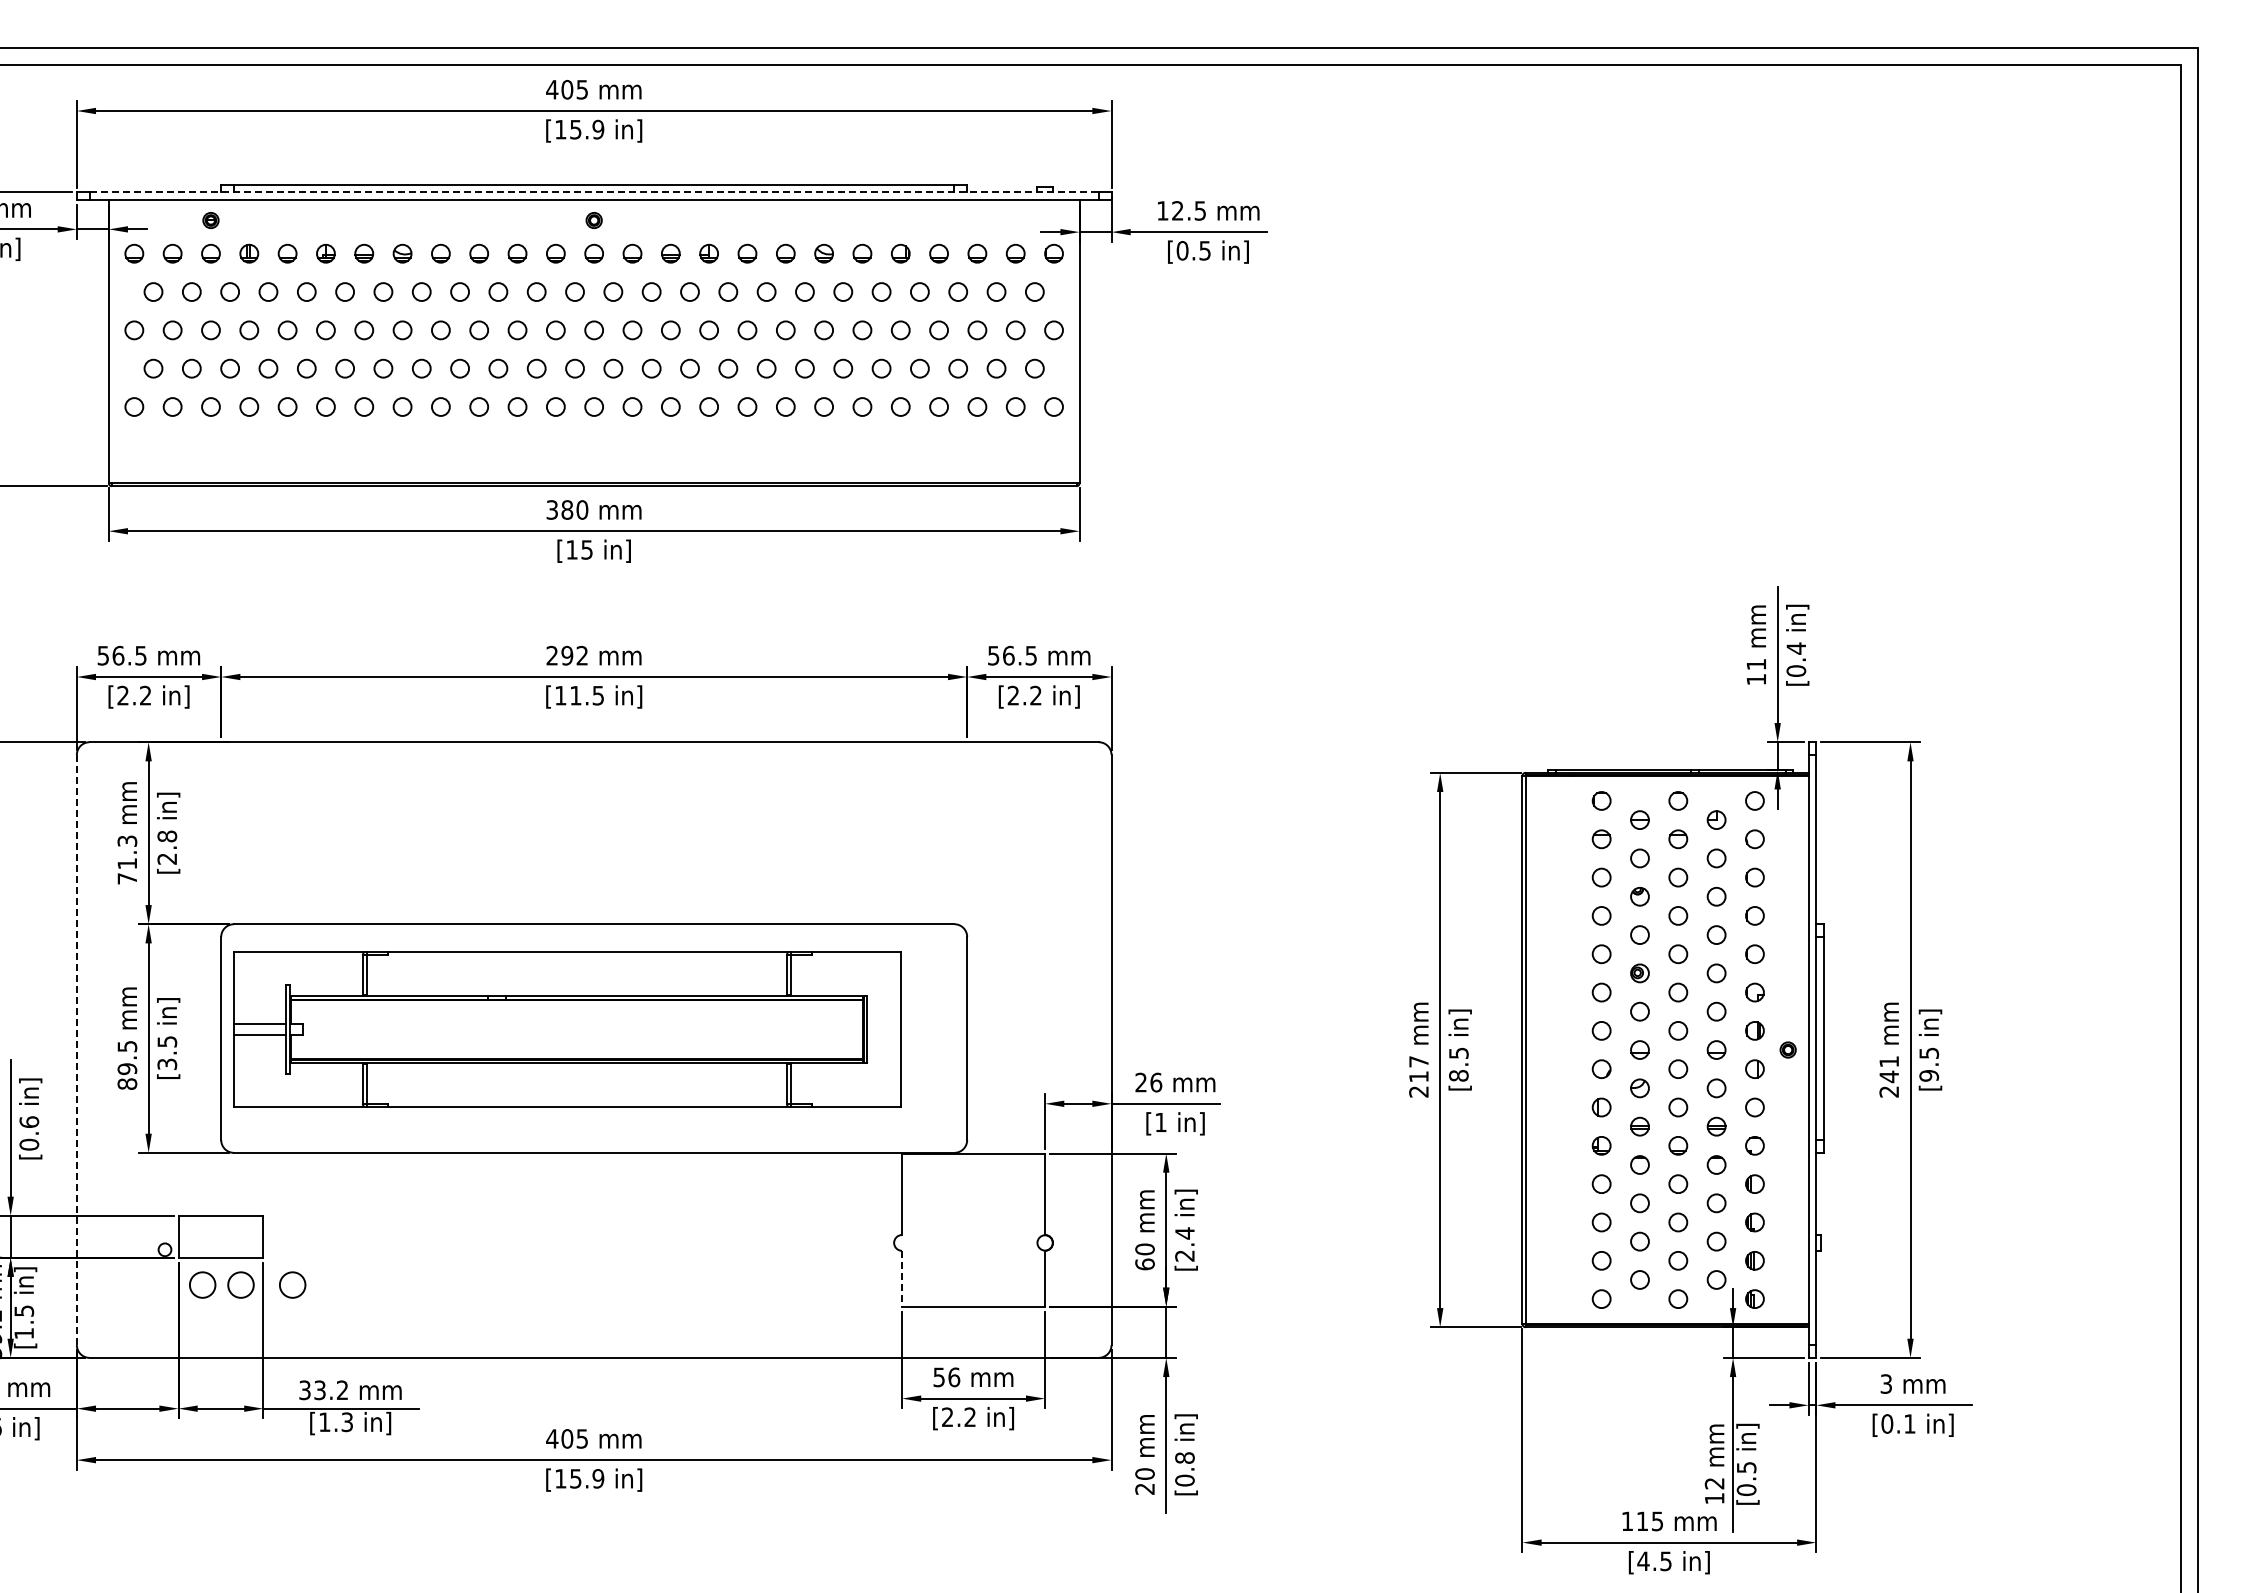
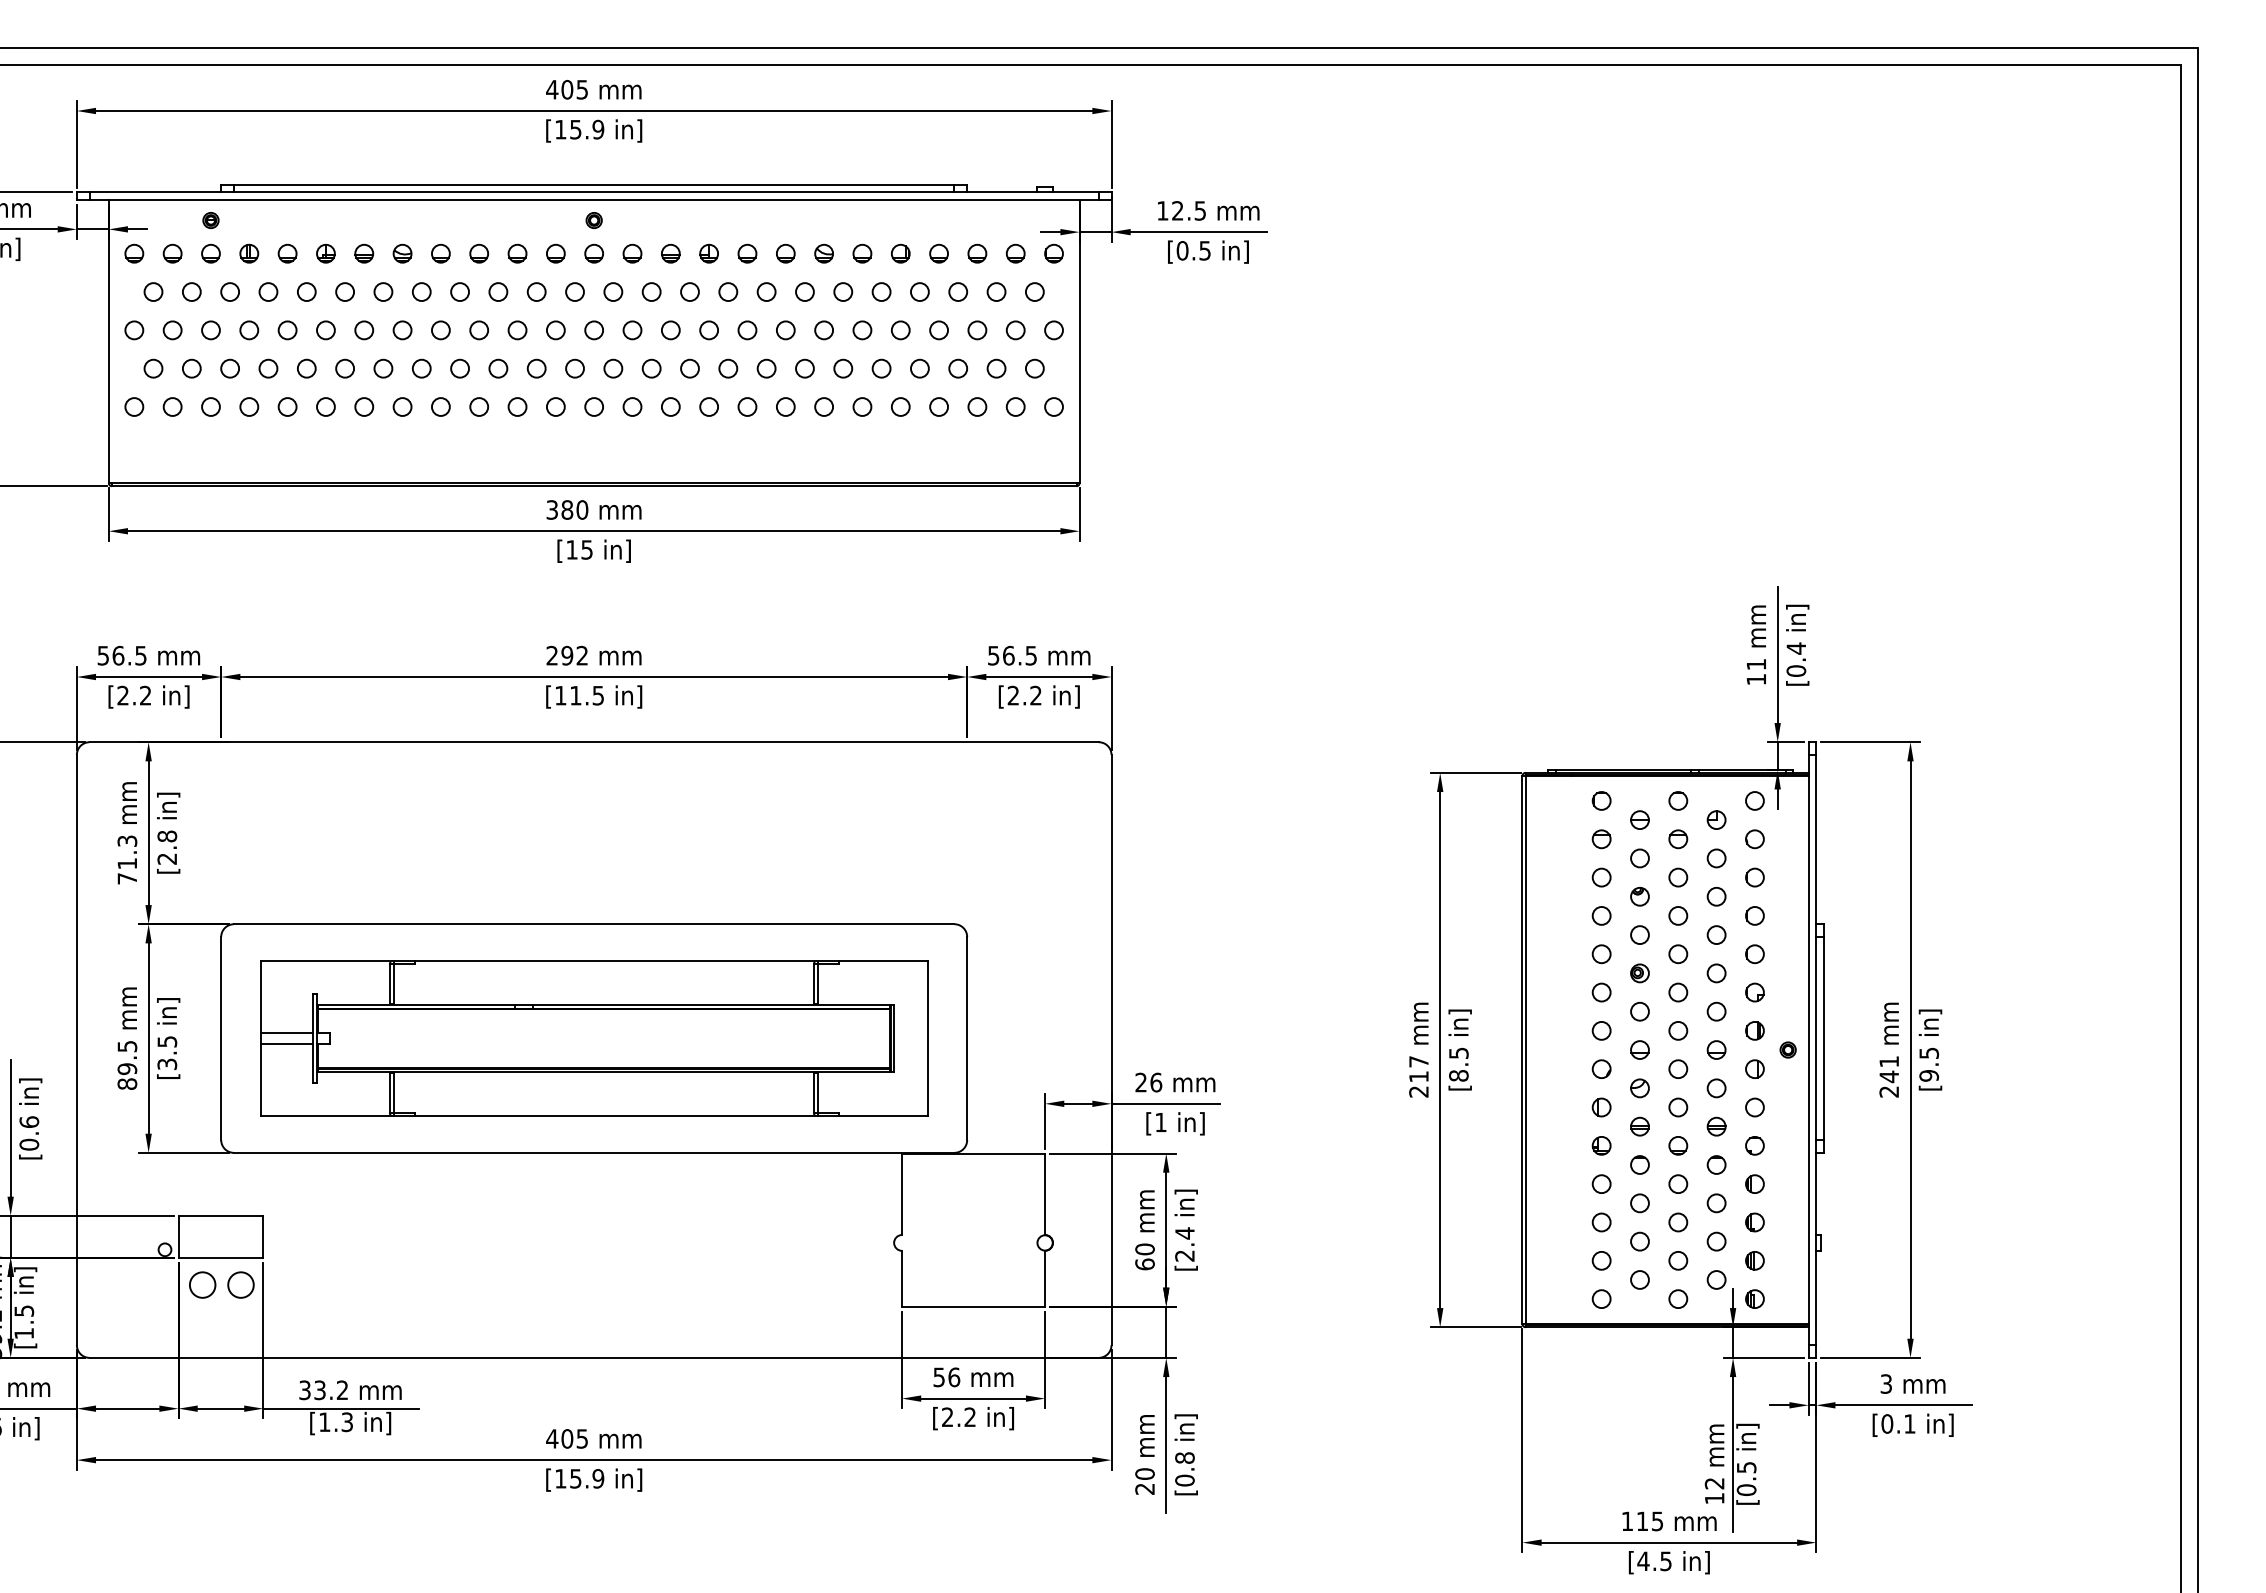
line at (594, 192): dashed -> solid
part at (567, 1029) position: (567, 1029) -> (594, 1038)
line at (76, 1050): dashed -> solid
line at (902, 1278): dashed -> solid
circle at (292, 1284): present -> none
